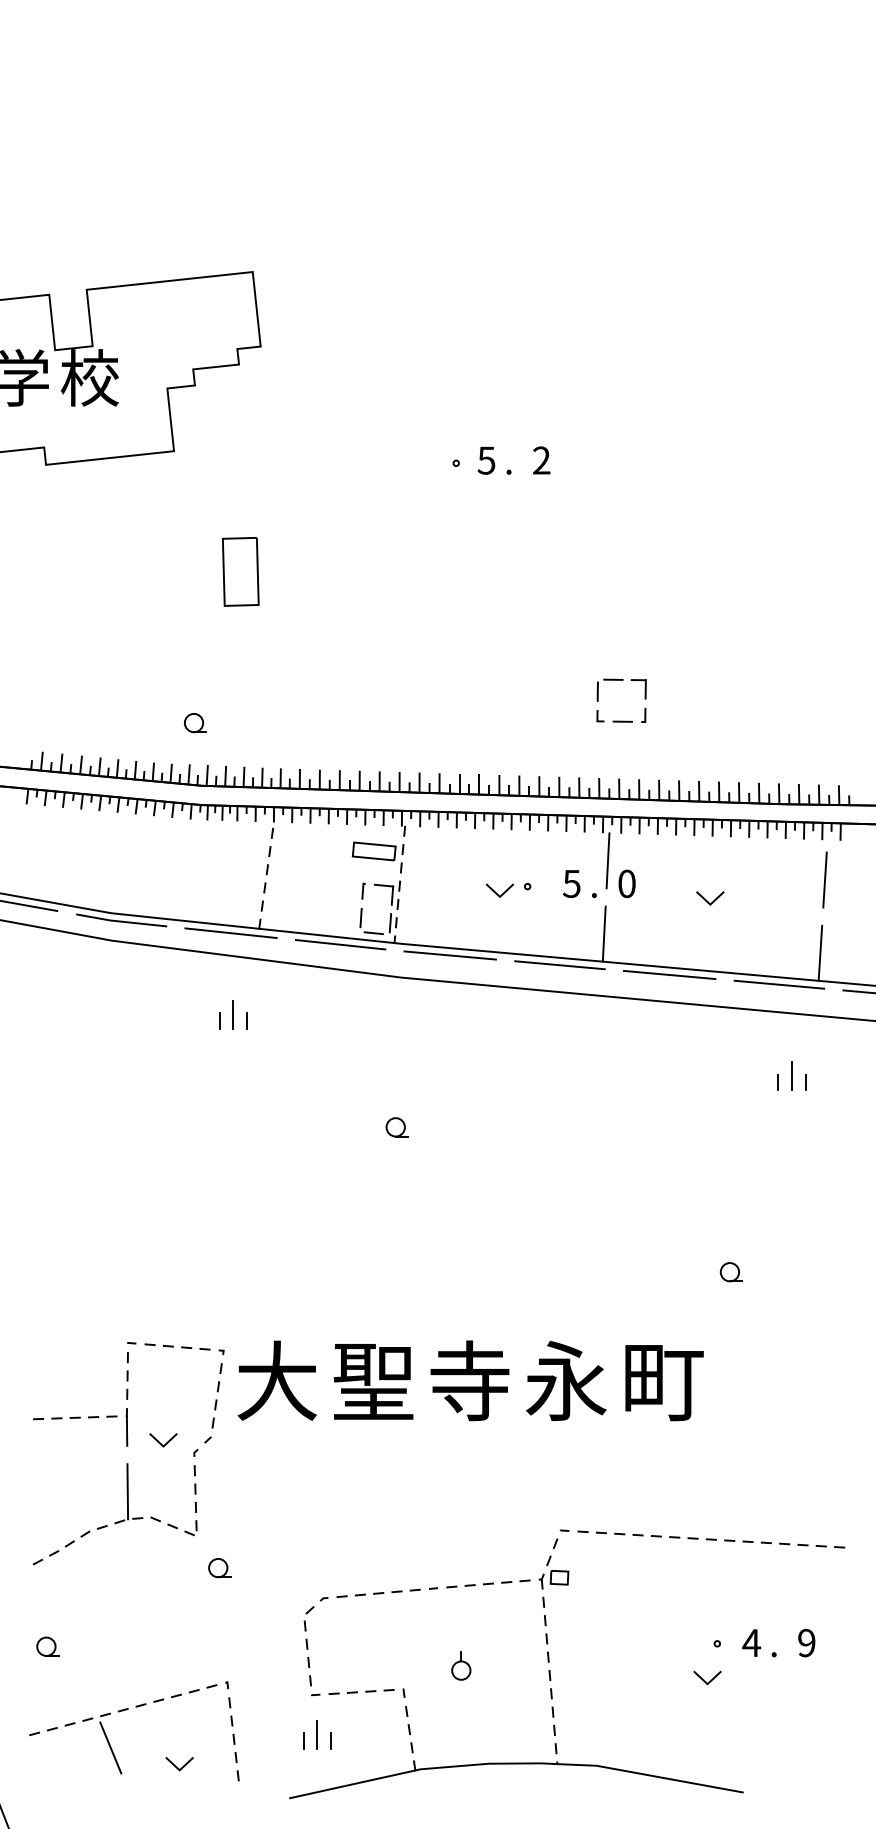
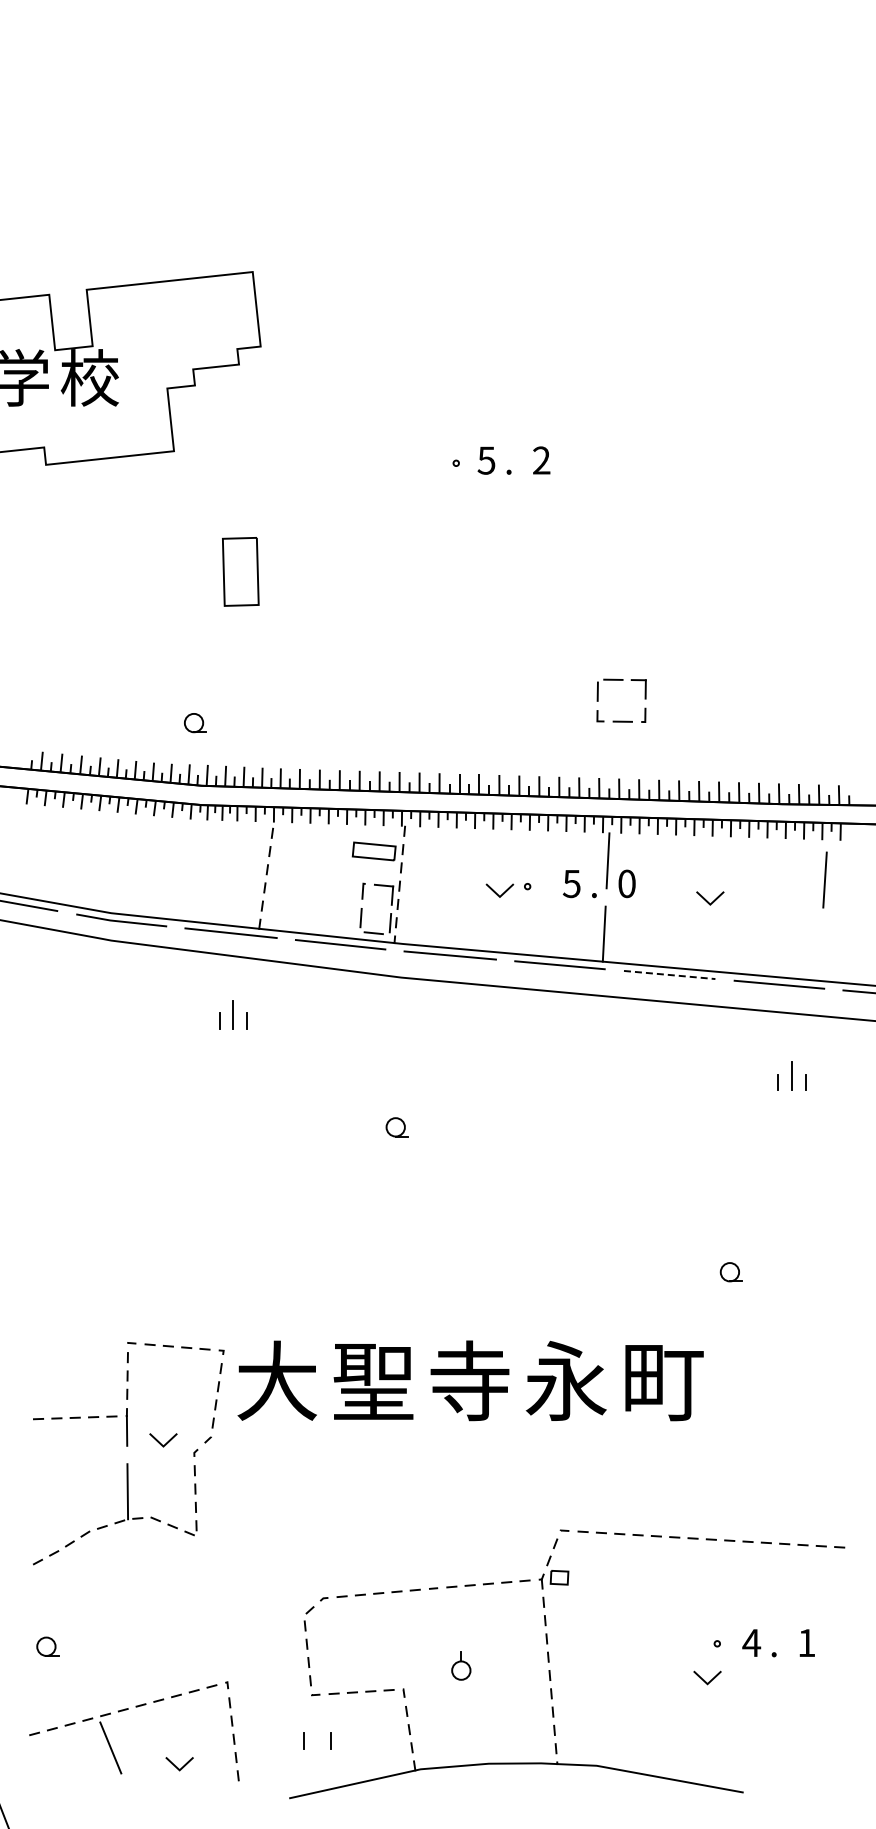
line at (820, 952): present -> none
line at (669, 975): solid -> dashed
part at (219, 1568): present -> none
text at (806, 1642): 9 -> 1
line at (317, 1734): present -> none
